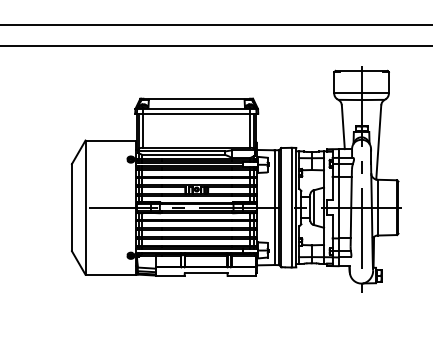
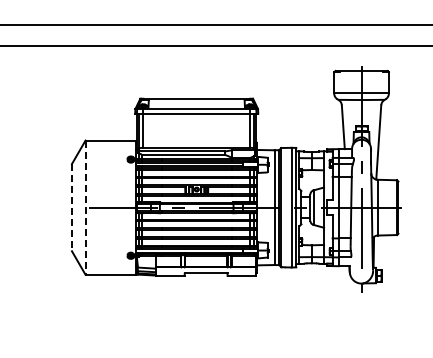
line at (71, 207): solid -> dashed
line at (85, 208): solid -> dashed
